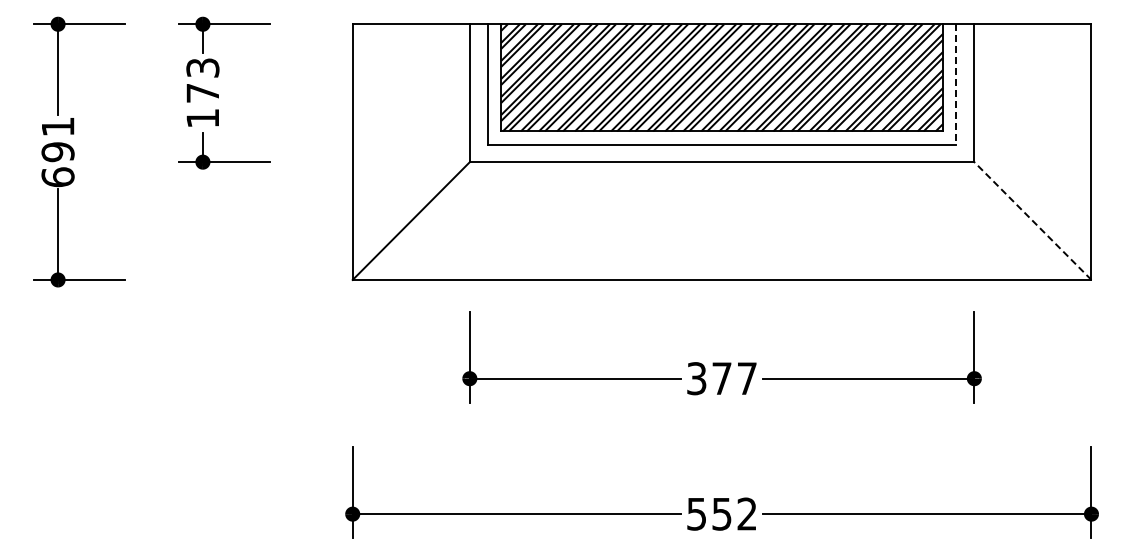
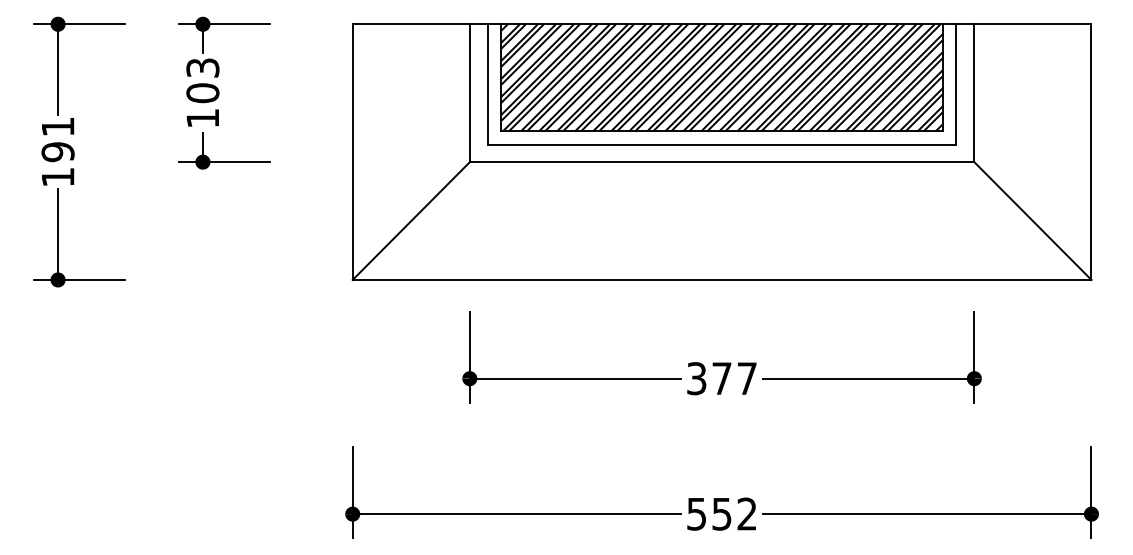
line at (956, 85): dashed -> solid
text at (202, 93): 173 -> 103
text at (57, 177): 691 -> 191
line at (1032, 220): dashed -> solid
